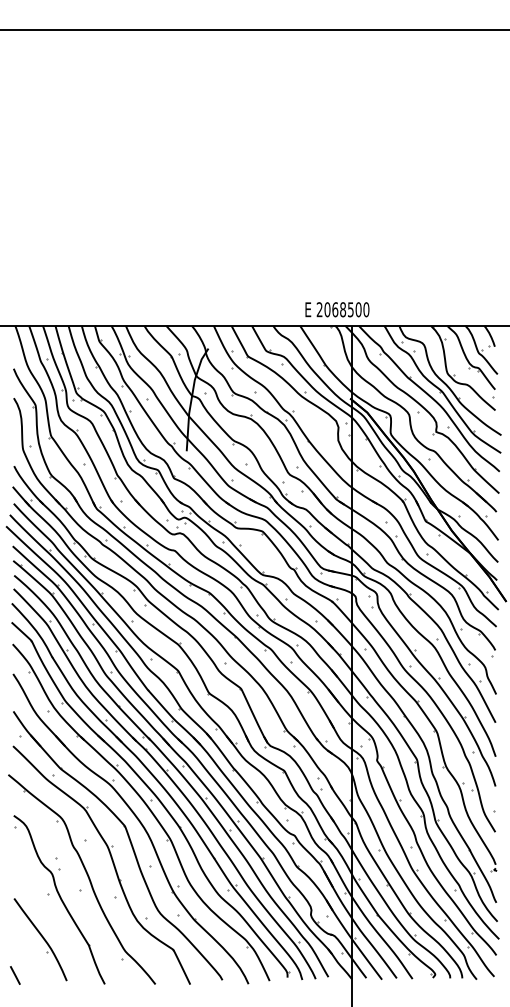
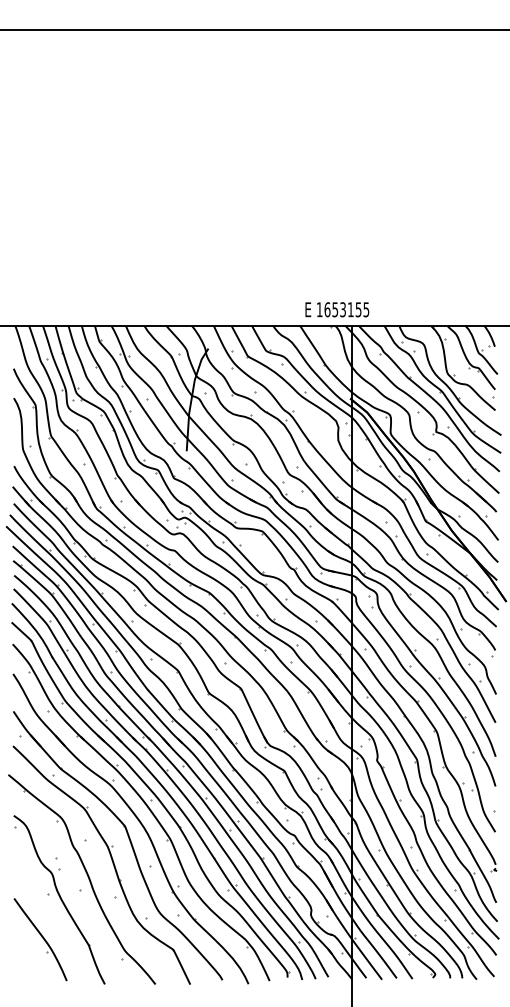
text at (342, 309): 2068500 -> 1653155
line at (15, 975): present -> none
